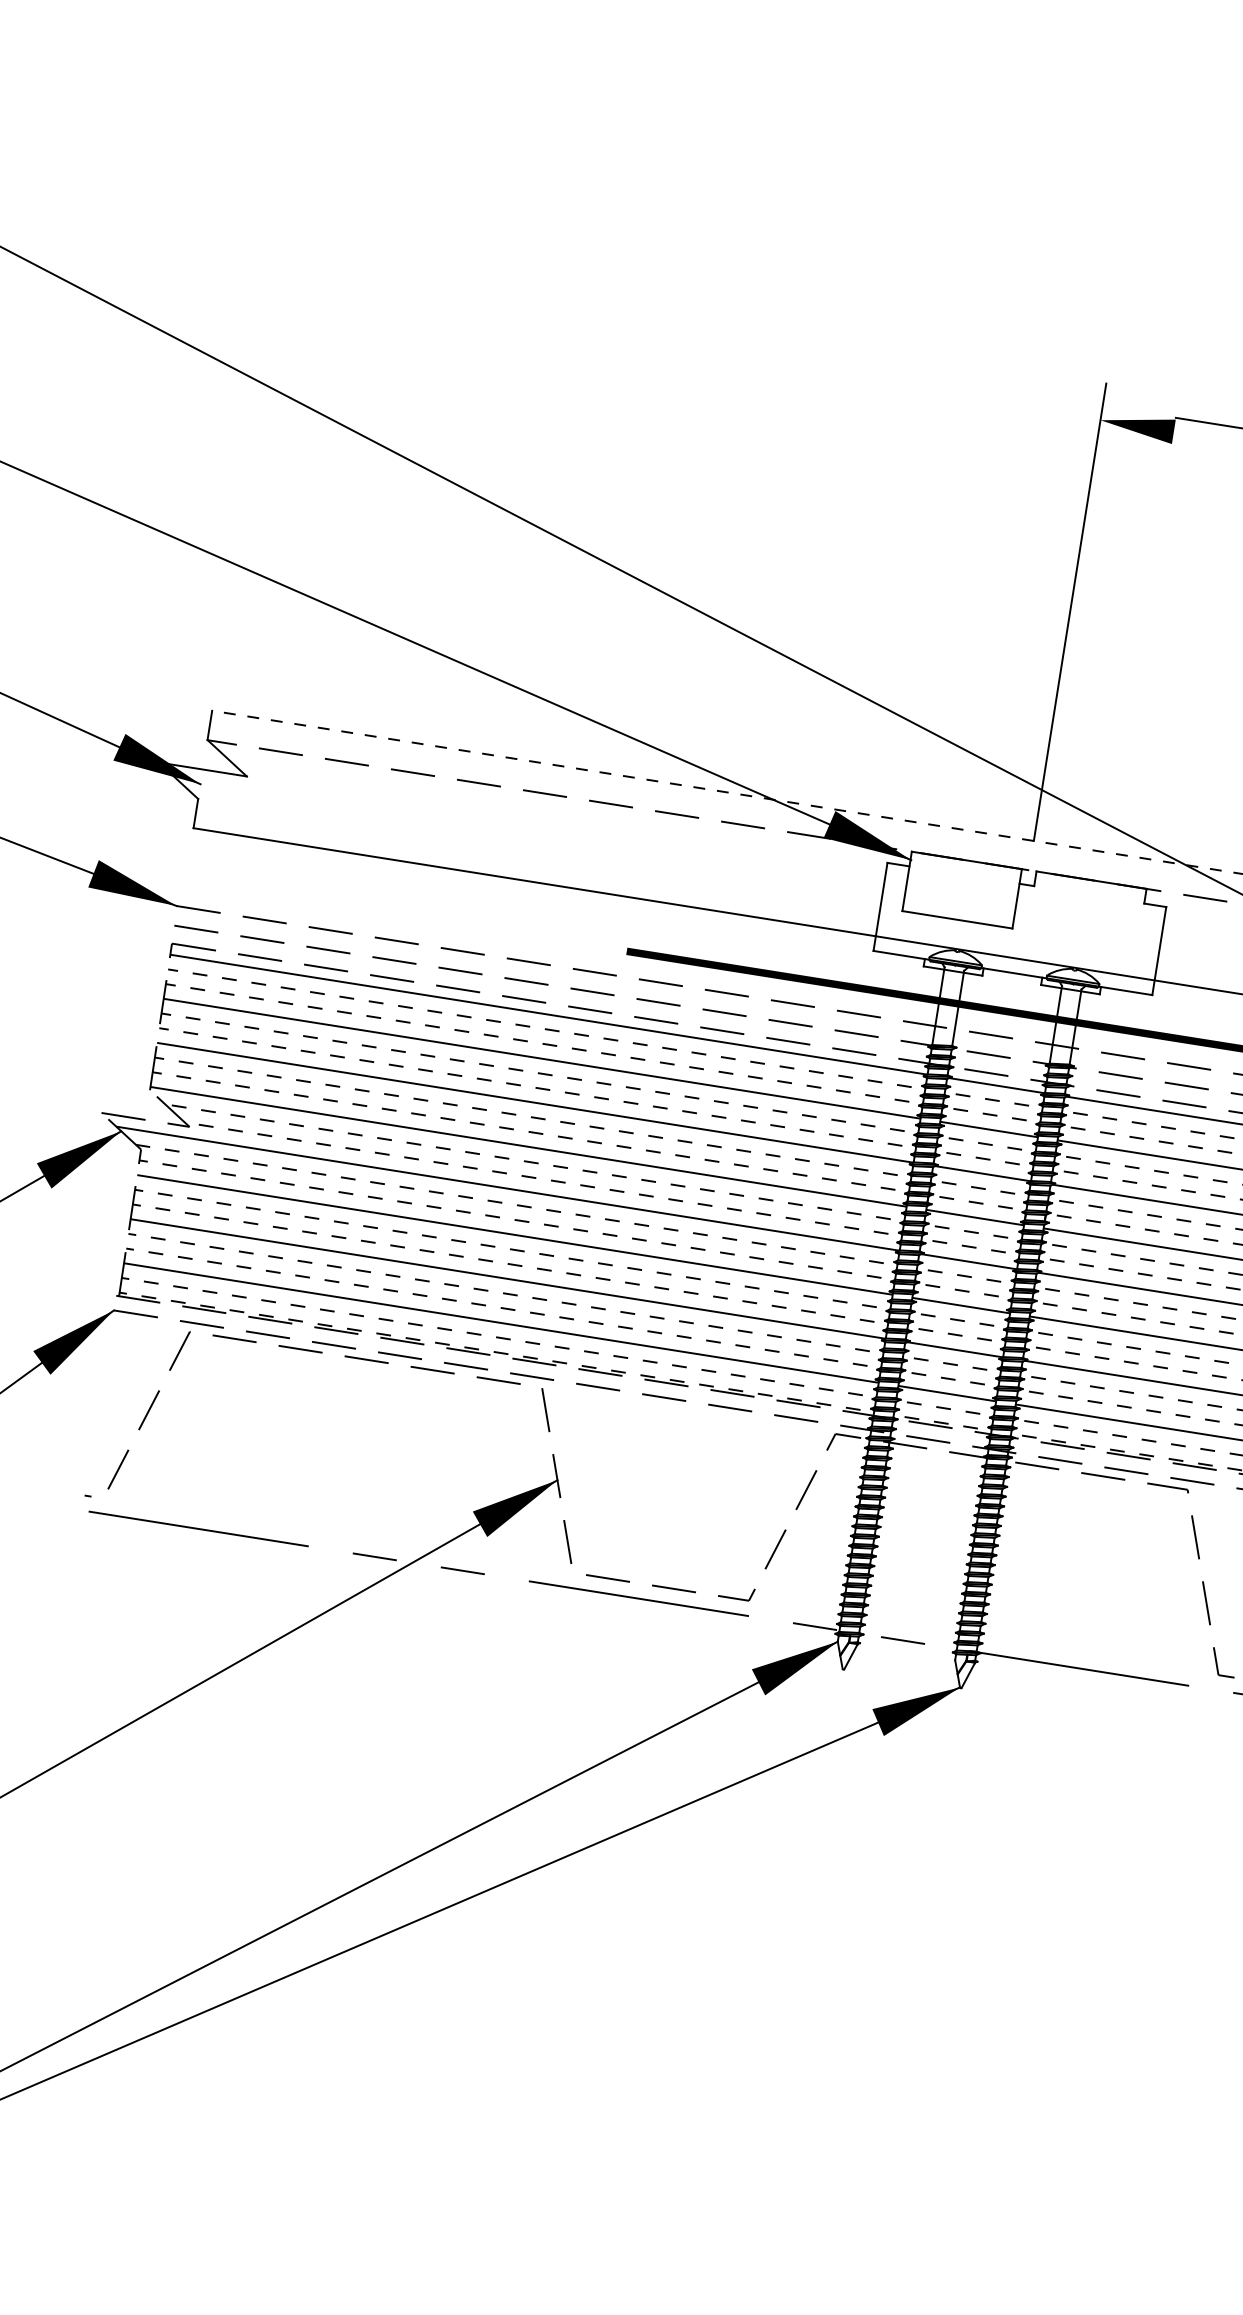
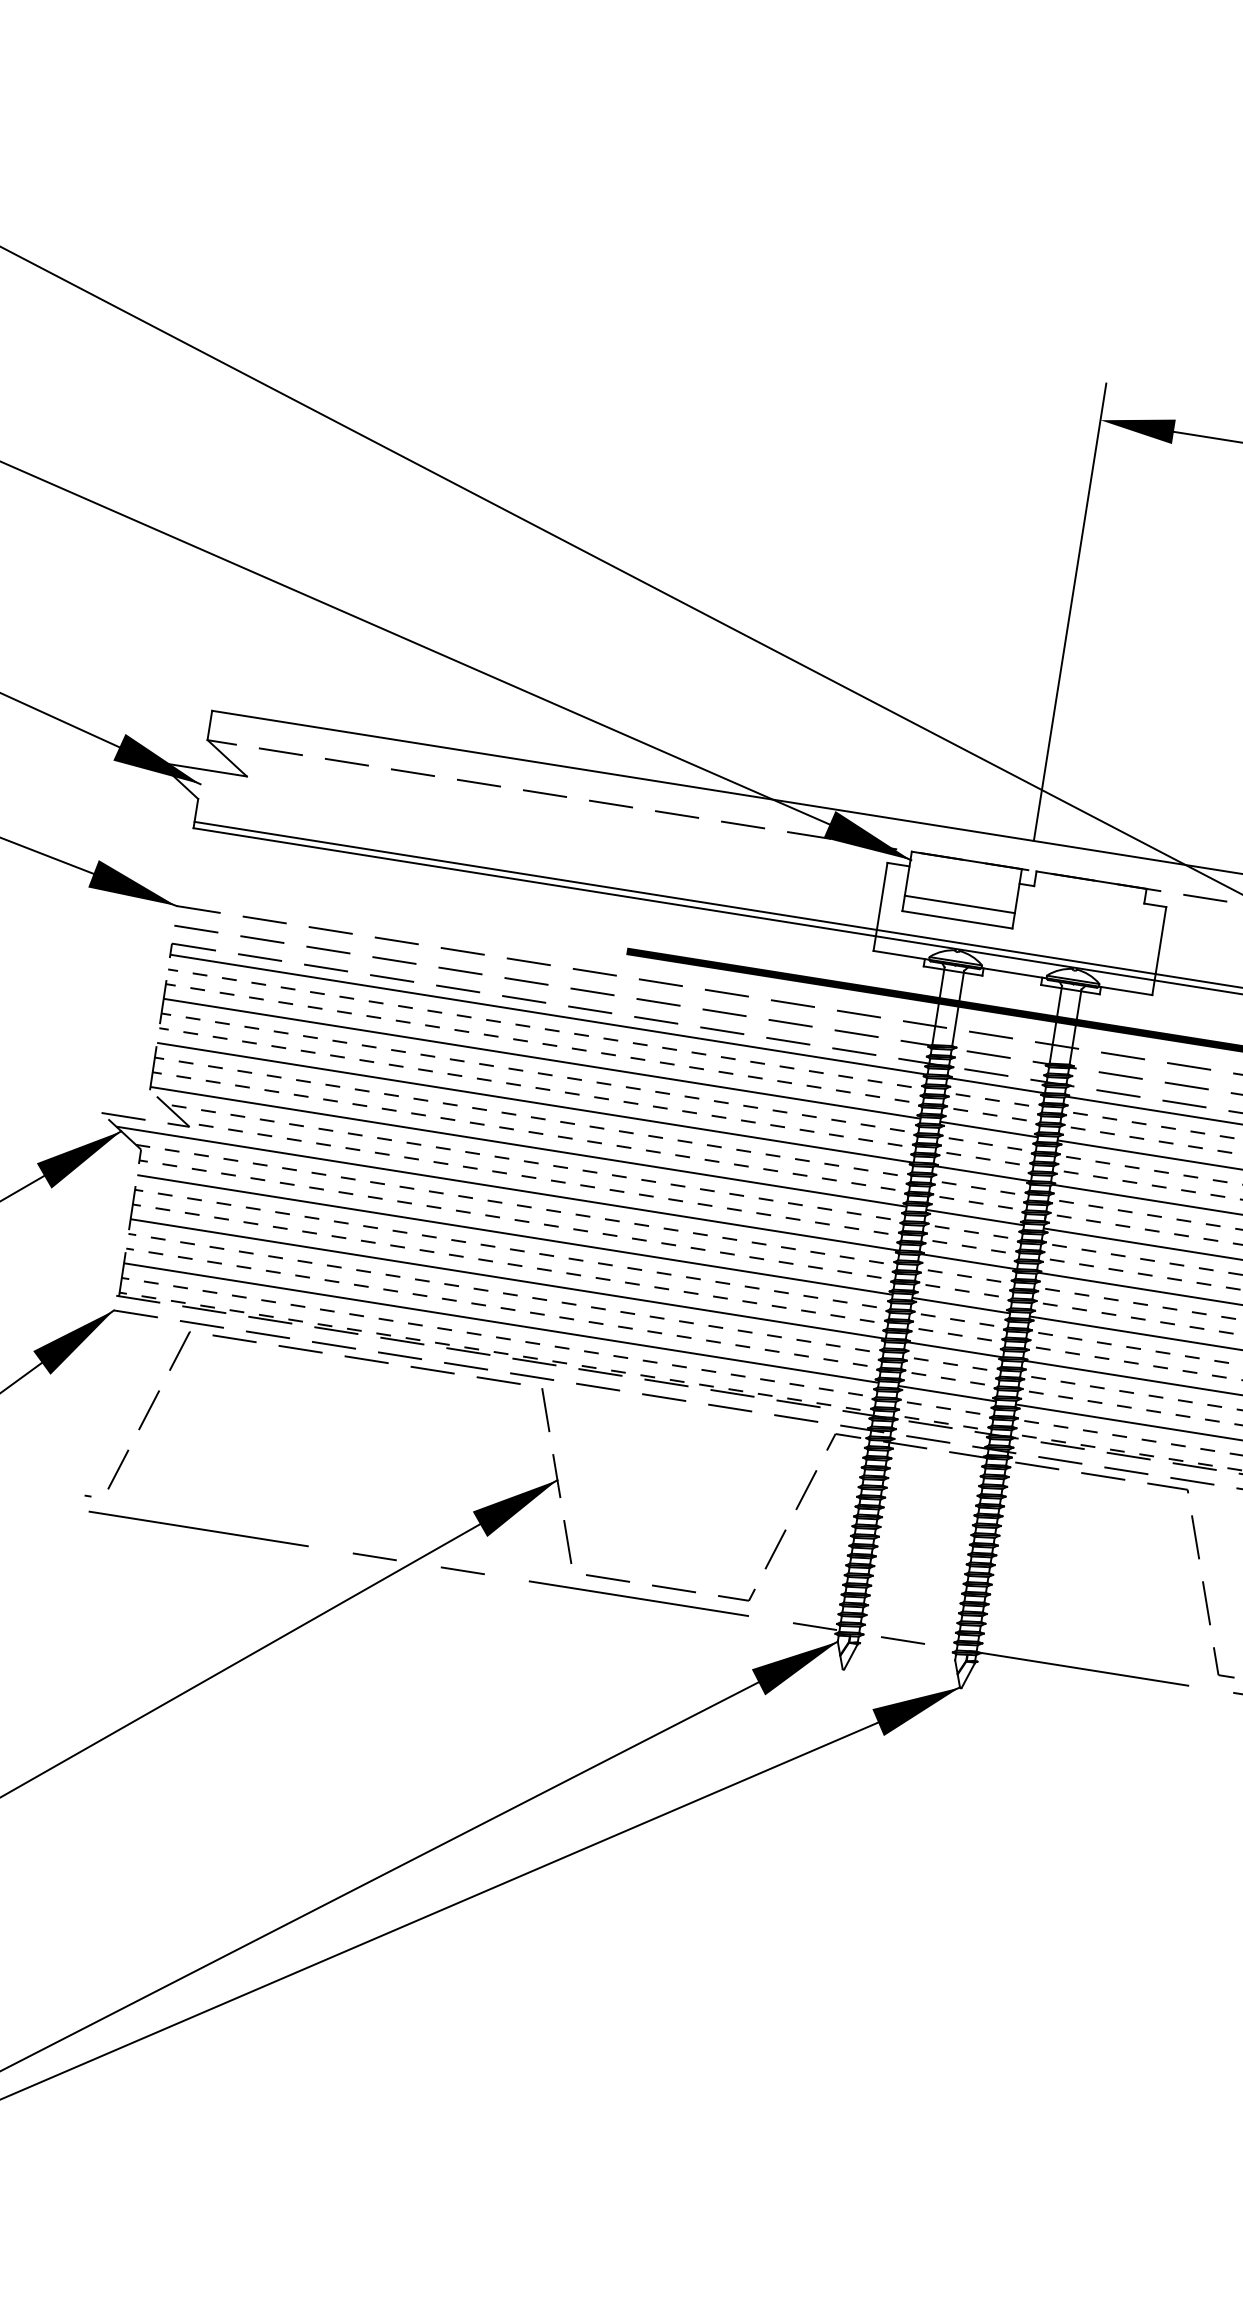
line at (1207, 422) position: (1207, 422) -> (1206, 436)
line at (726, 792): dashed -> solid
line at (716, 904): none -> present
line at (959, 904): none -> present
